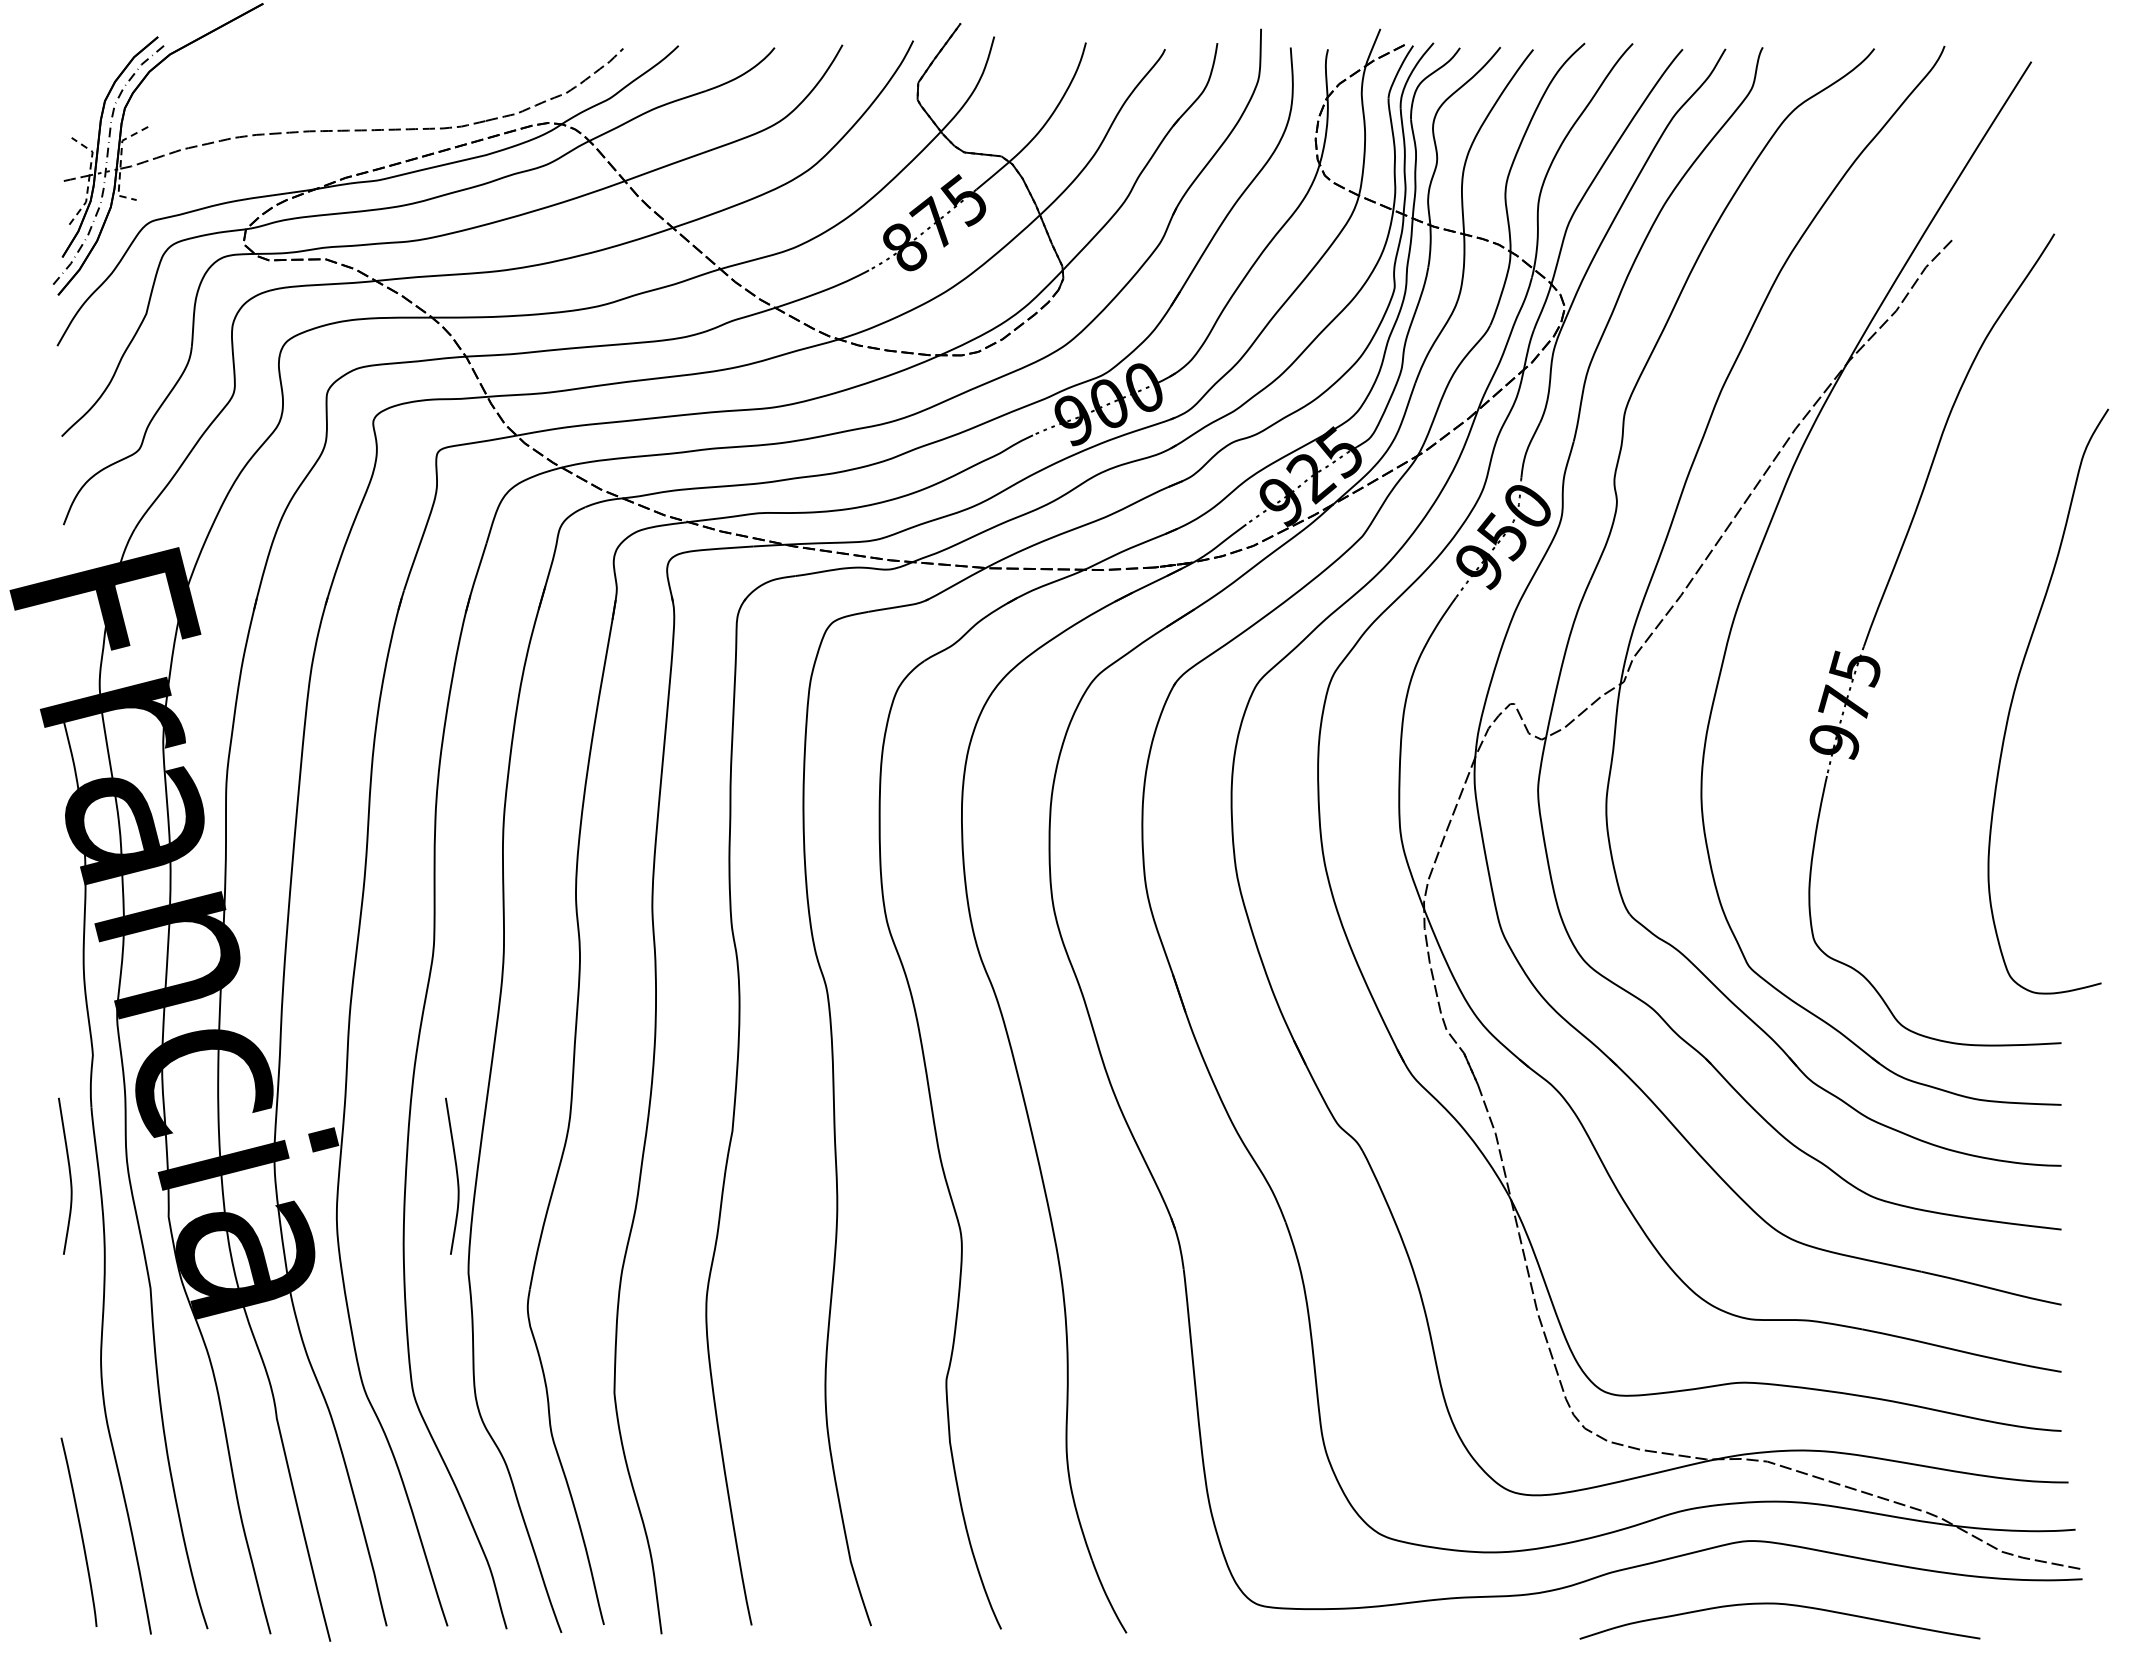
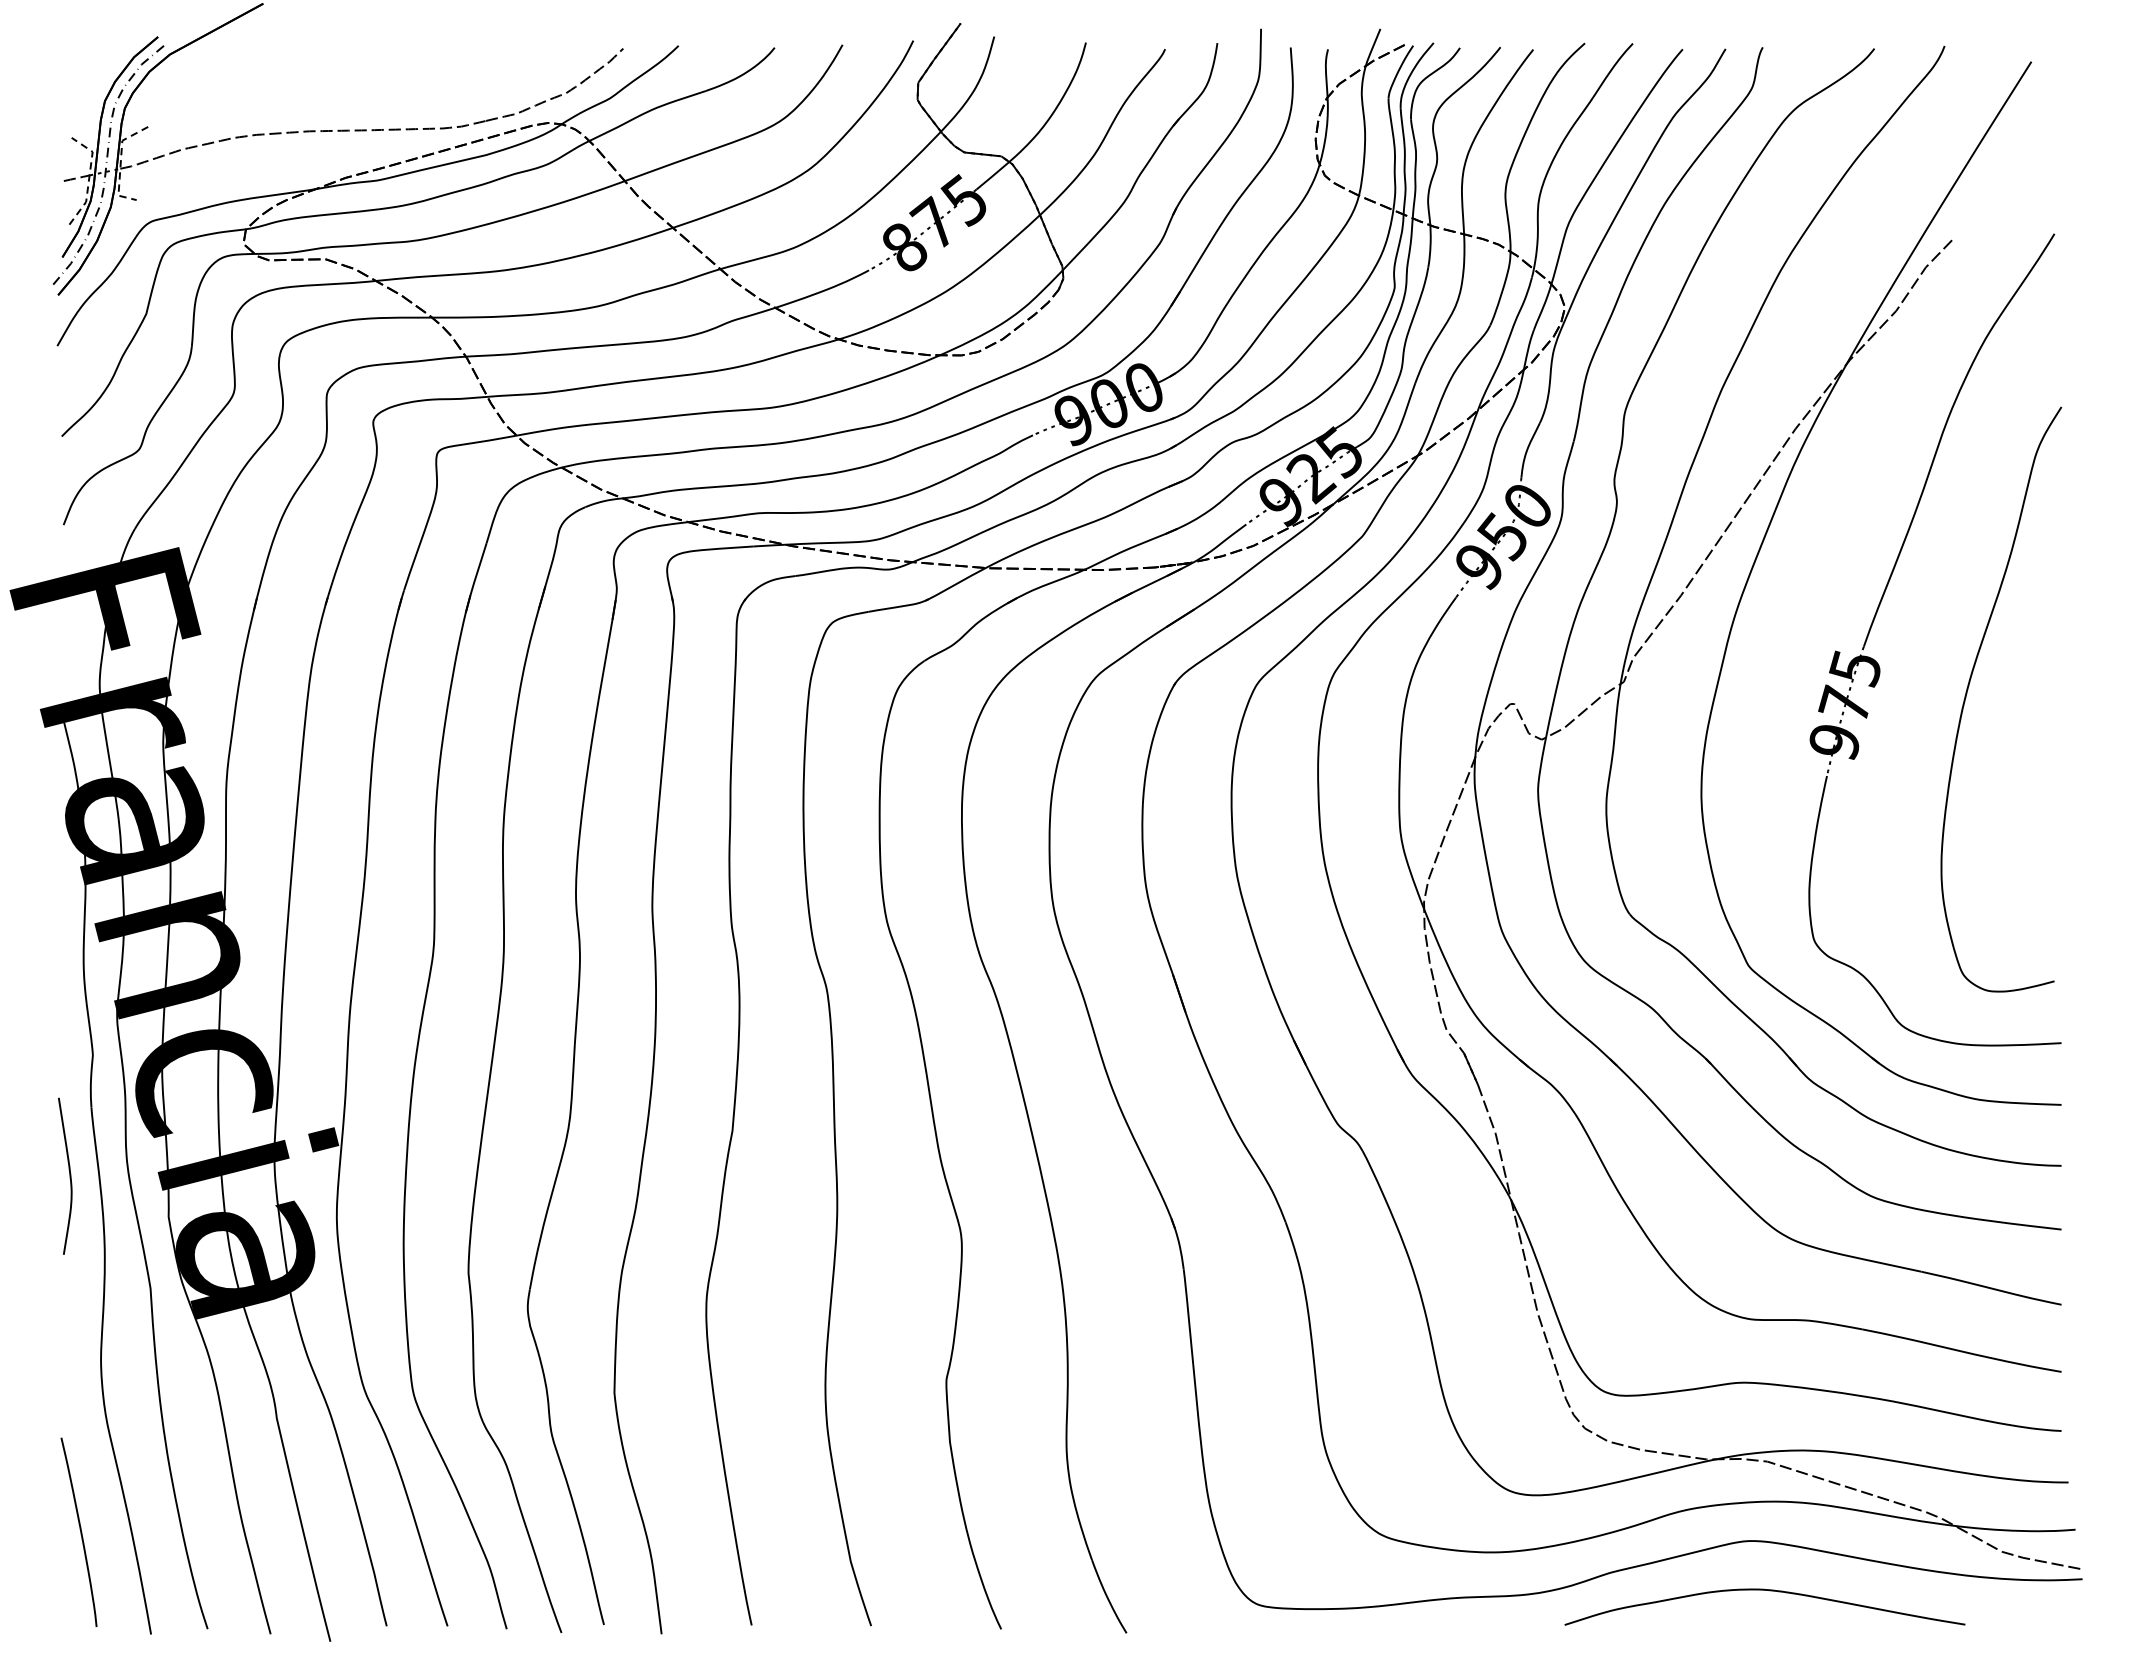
curve at (2015, 691) position: (2015, 691) -> (1968, 689)
curve at (456, 1175): present -> none
curve at (1784, 1605) position: (1784, 1605) -> (1769, 1591)
